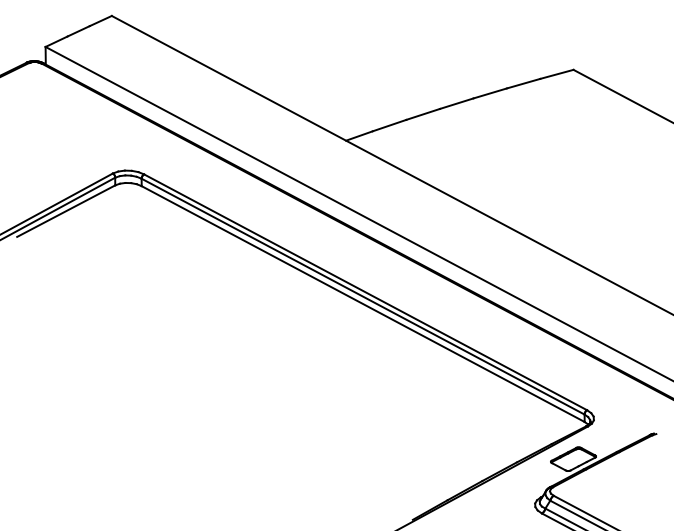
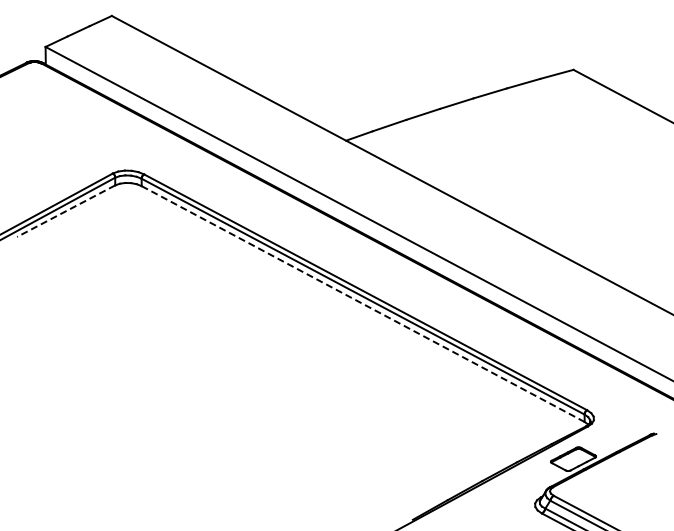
line at (65, 211): solid -> dashed
line at (363, 304): solid -> dashed
